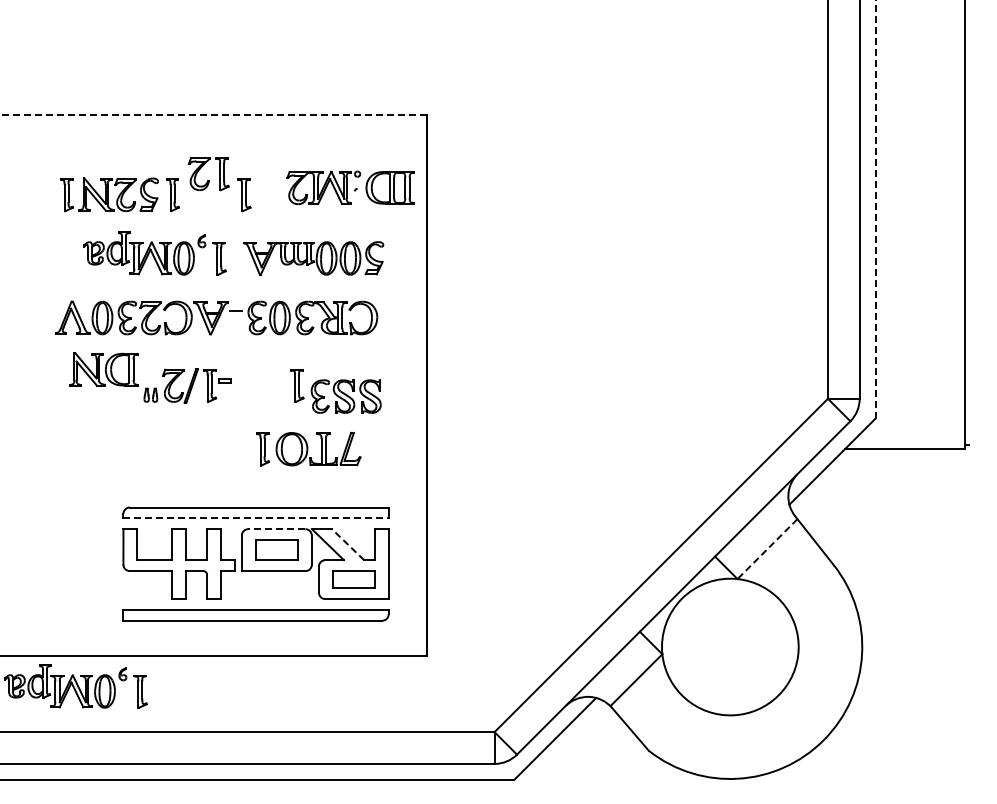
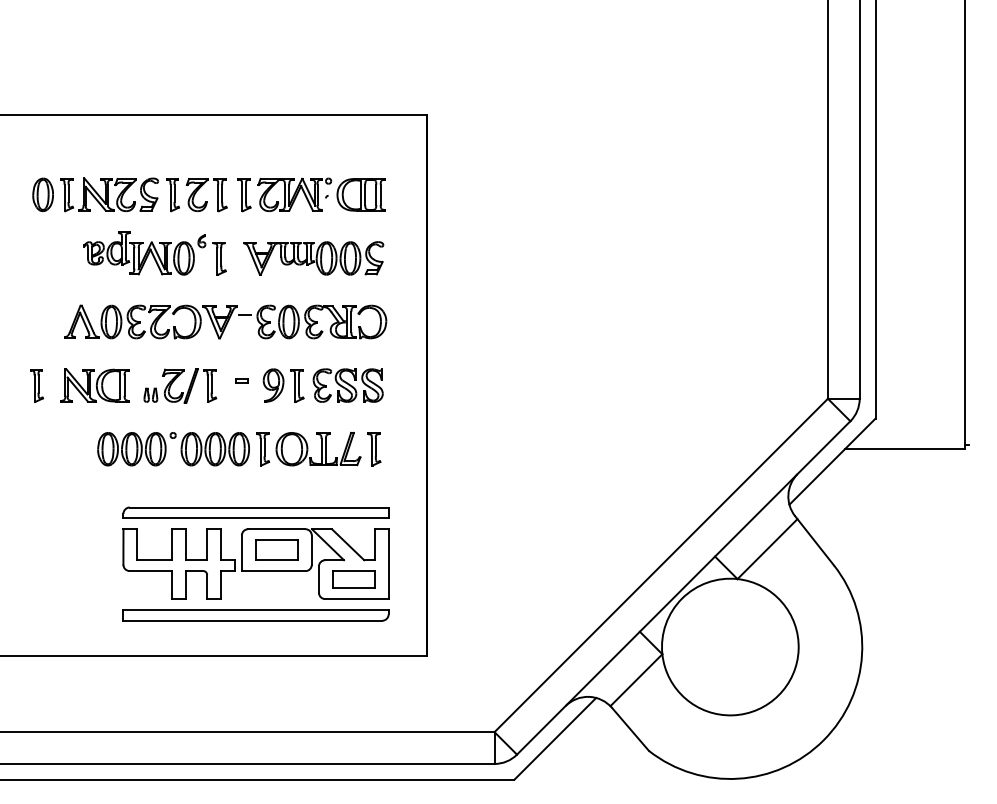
line at (213, 115): dashed -> solid
part at (208, 174) position: (208, 174) -> (206, 195)
part at (350, 187) position: (350, 187) -> (321, 194)
part at (42, 194): none -> present
line at (875, 209): dashed -> solid
part at (216, 317) position: (216, 317) -> (225, 321)
part at (103, 369) position: (103, 369) -> (94, 385)
part at (224, 380) position: (224, 380) -> (241, 380)
part at (36, 385): none -> present
part at (273, 385): none -> present
part at (345, 396) position: (345, 396) -> (347, 385)
part at (166, 449): none -> present
part at (374, 449): none -> present
line at (256, 518): dashed -> solid
line at (276, 529): dashed -> solid
line at (347, 544): dashed -> solid
line at (767, 549): dashed -> solid
part at (75, 686): present -> none
